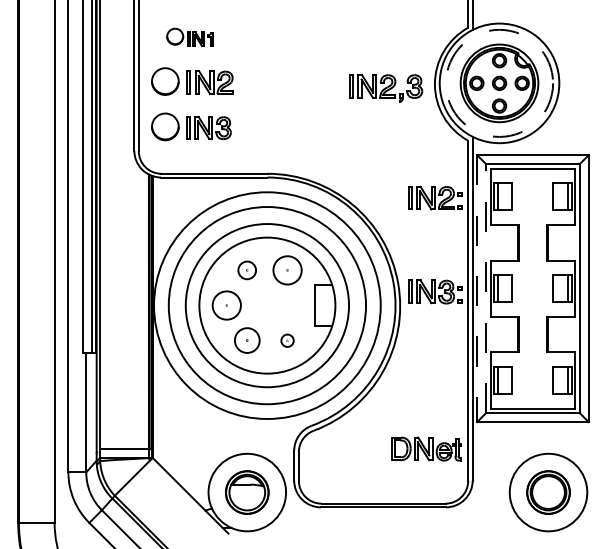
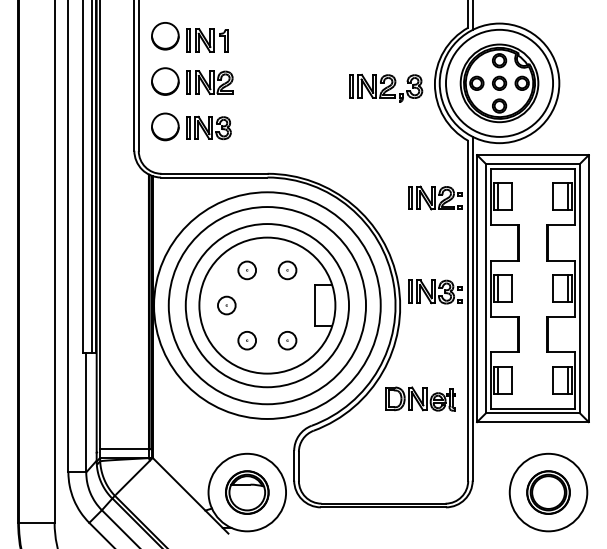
part at (189, 37) size: 48x21 px -> 78x31 px
circle at (499, 82): dashed -> solid
circle at (287, 270) diameter: 28 px -> 18 px
line at (477, 288): dashed -> solid
line at (486, 288): dashed -> solid
circle at (226, 305) diameter: 28 px -> 18 px
part at (247, 340) size: 27x27 px -> 20x20 px
part at (287, 340) size: 15x15 px -> 21x20 px
part at (426, 448) position: (426, 448) -> (420, 398)
